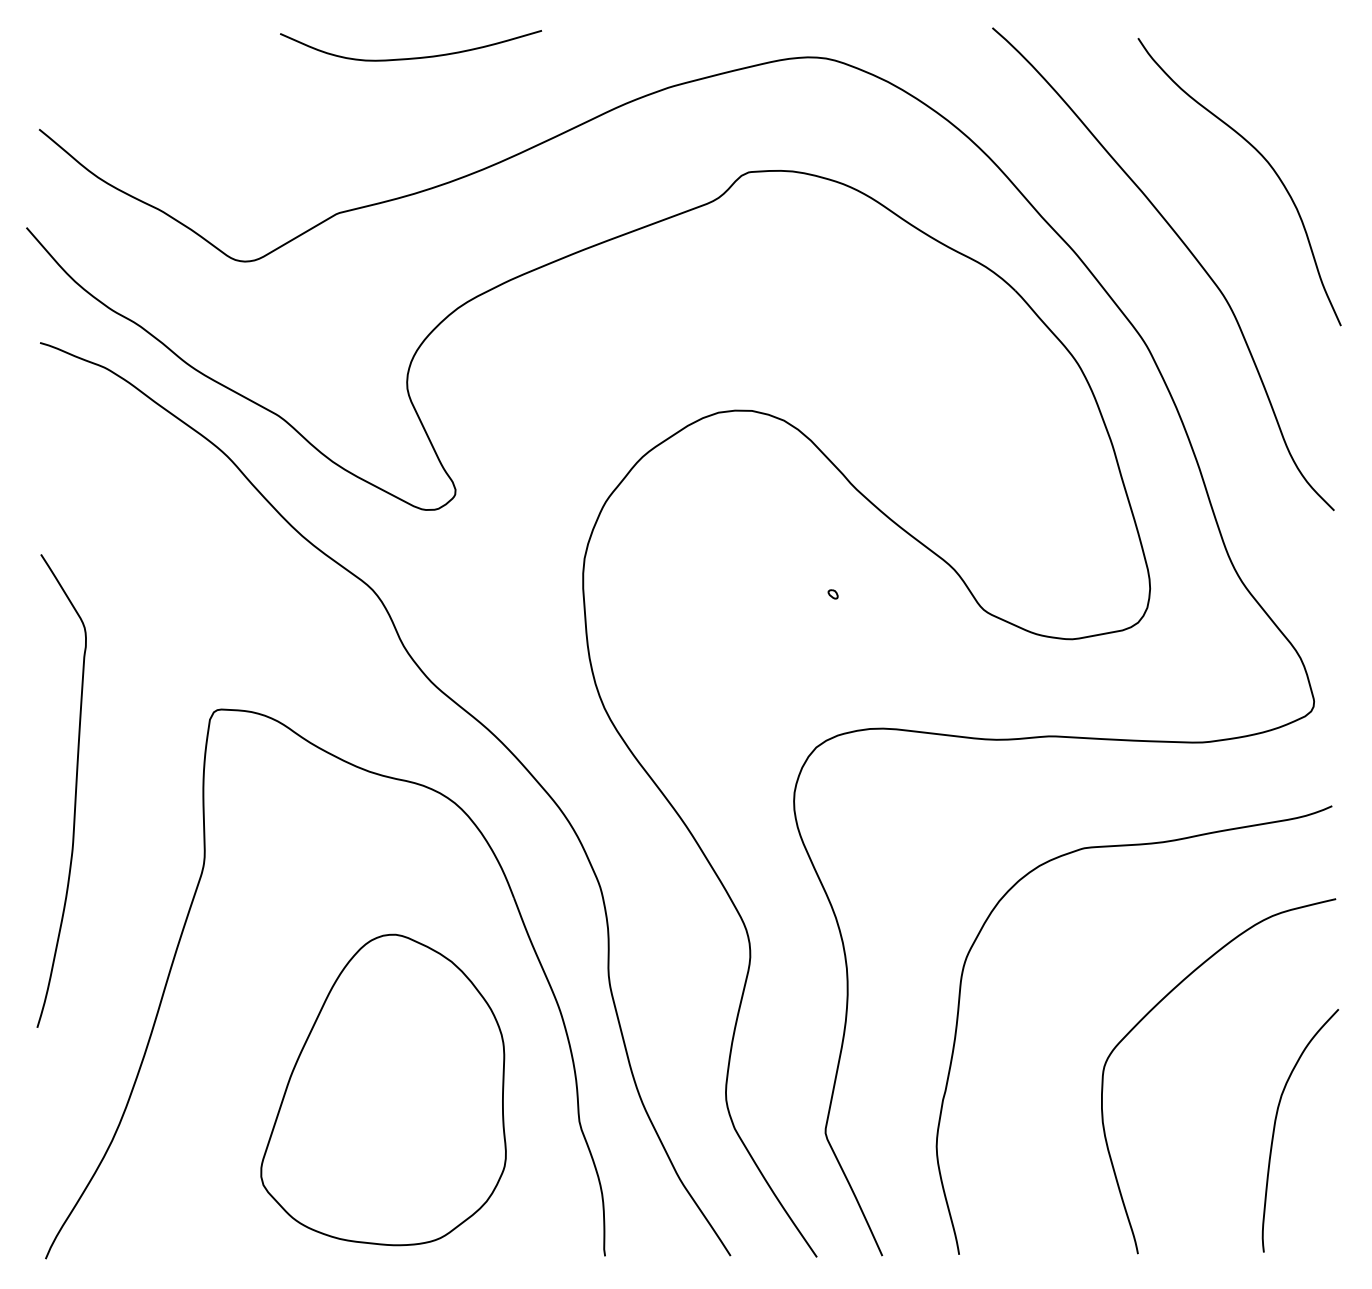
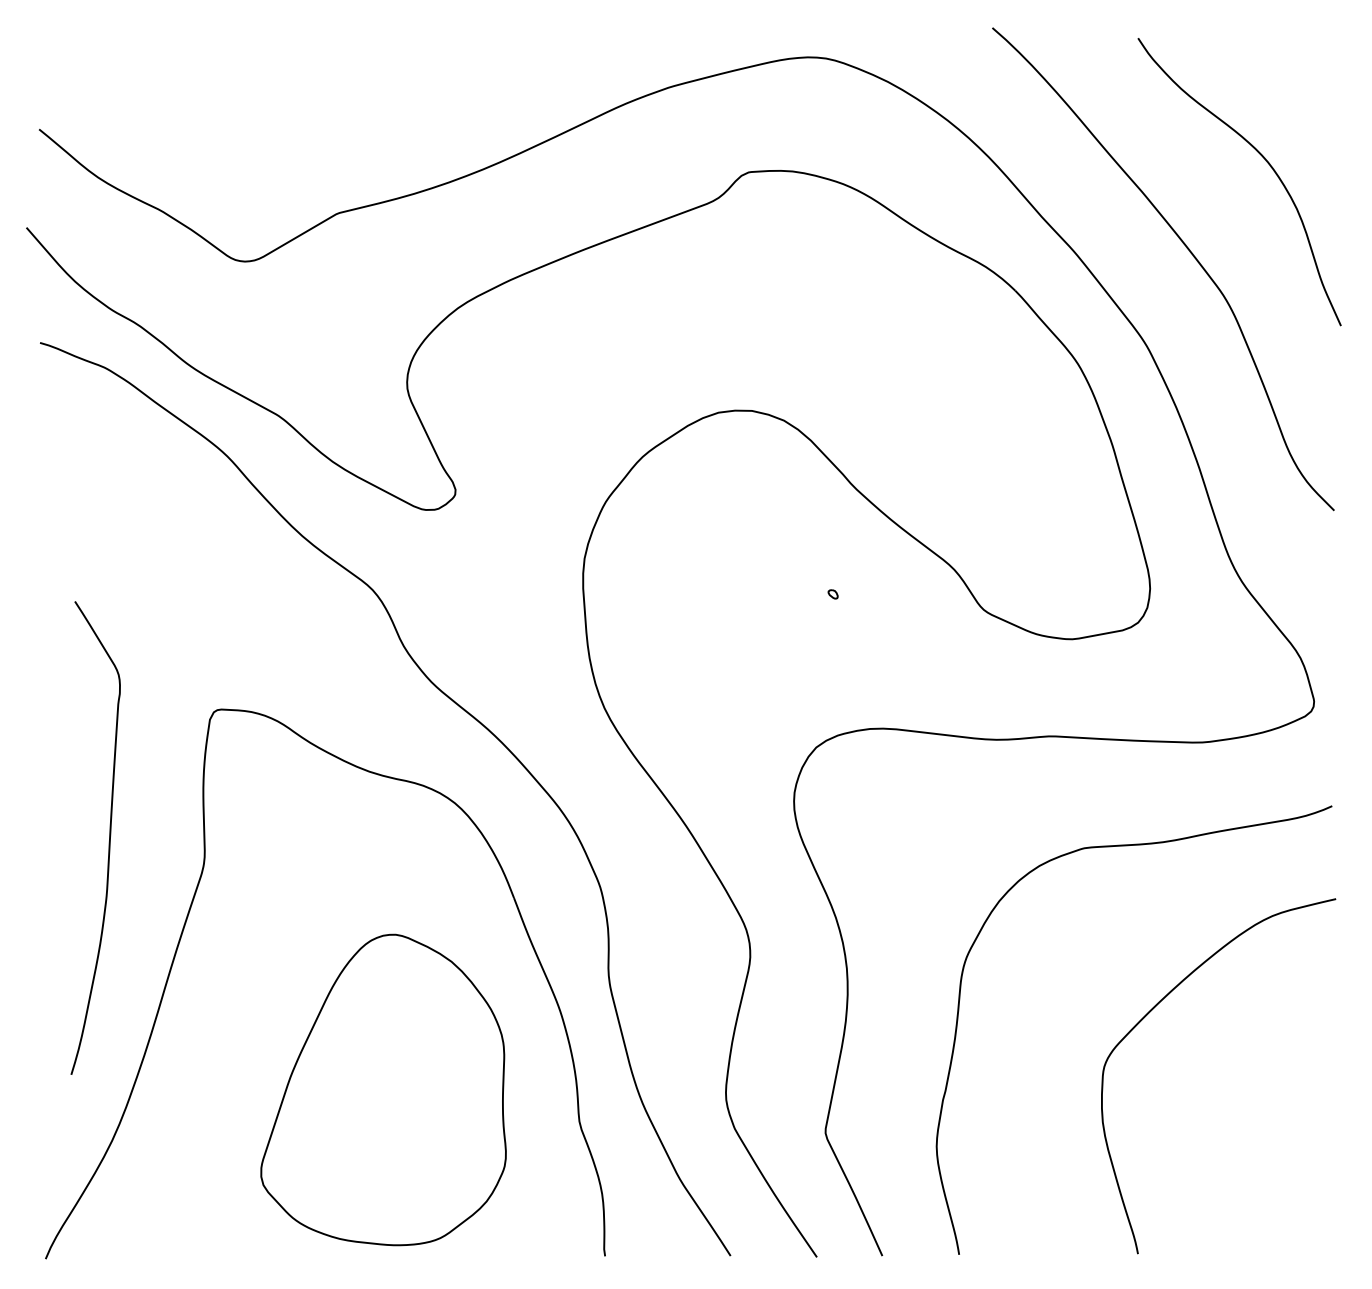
curve at (411, 57): present -> none
curve at (74, 795) position: (74, 795) -> (108, 842)
curve at (1275, 1127): present -> none
